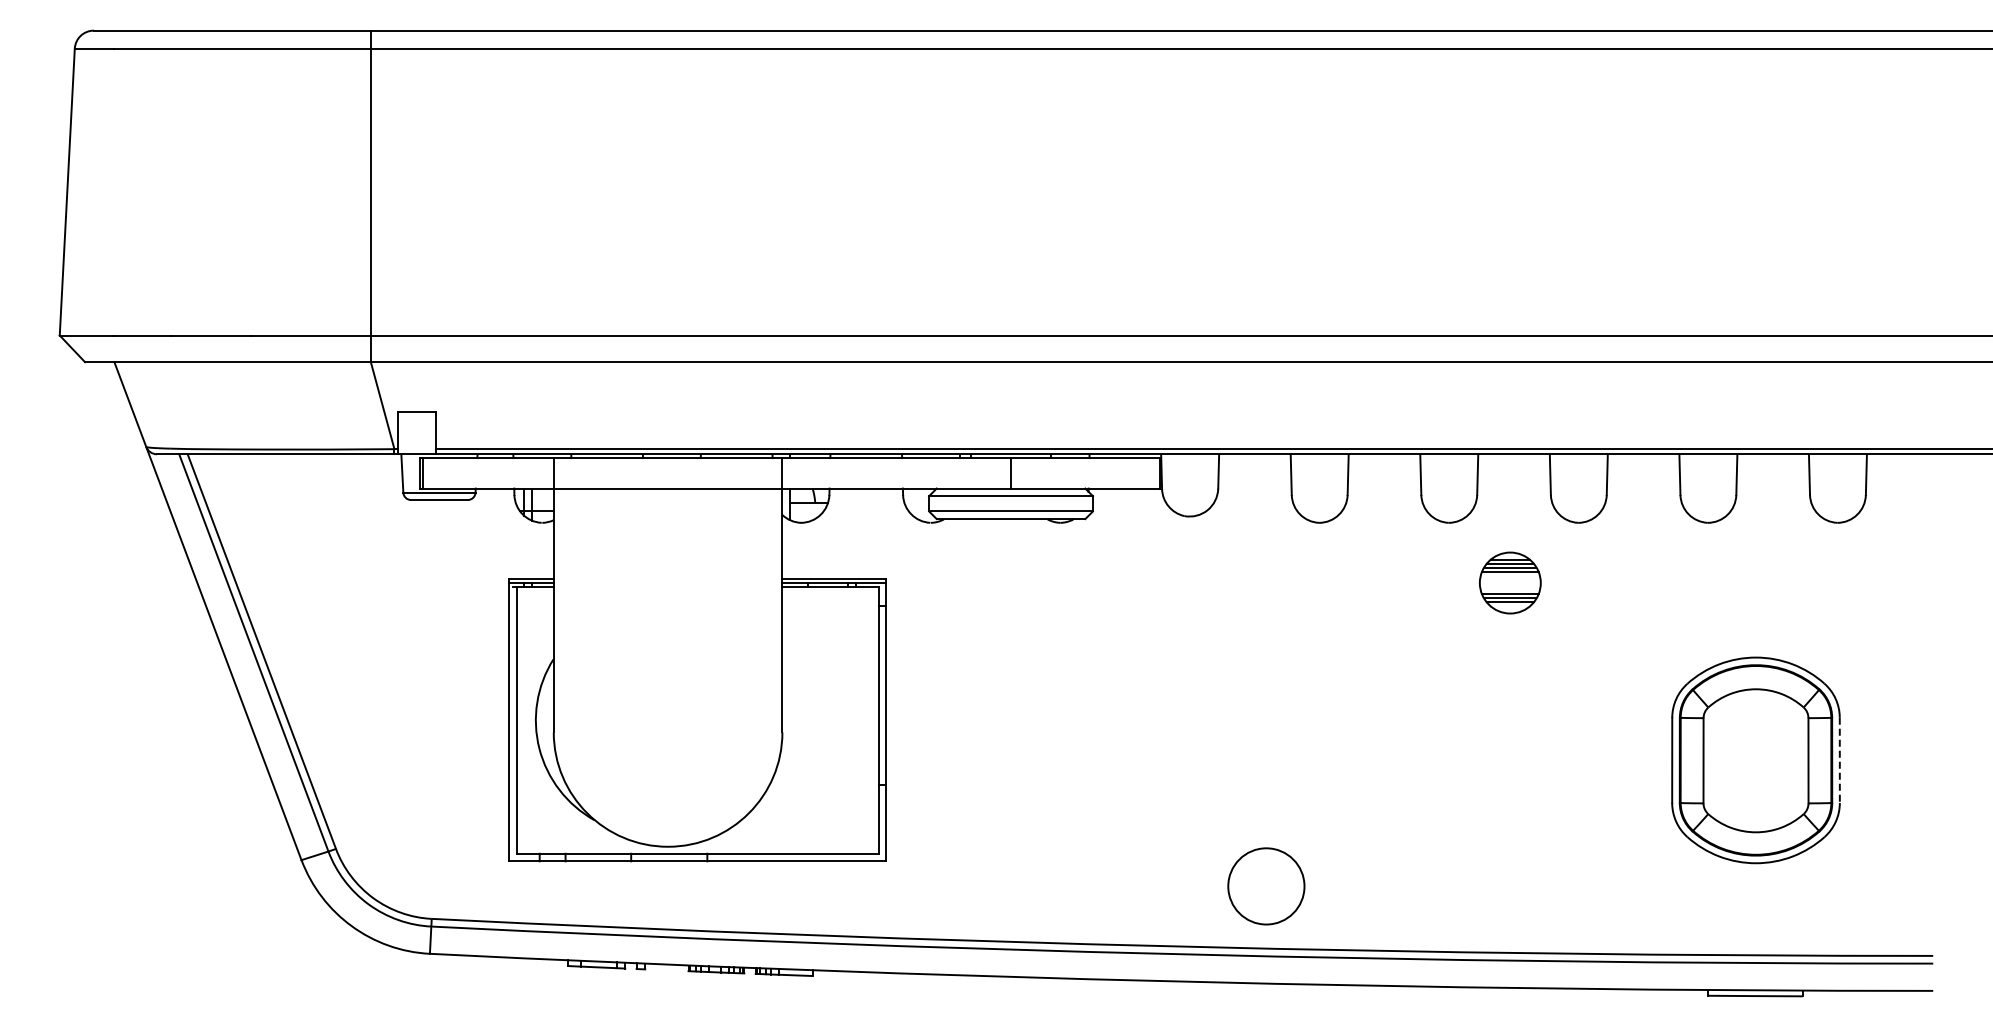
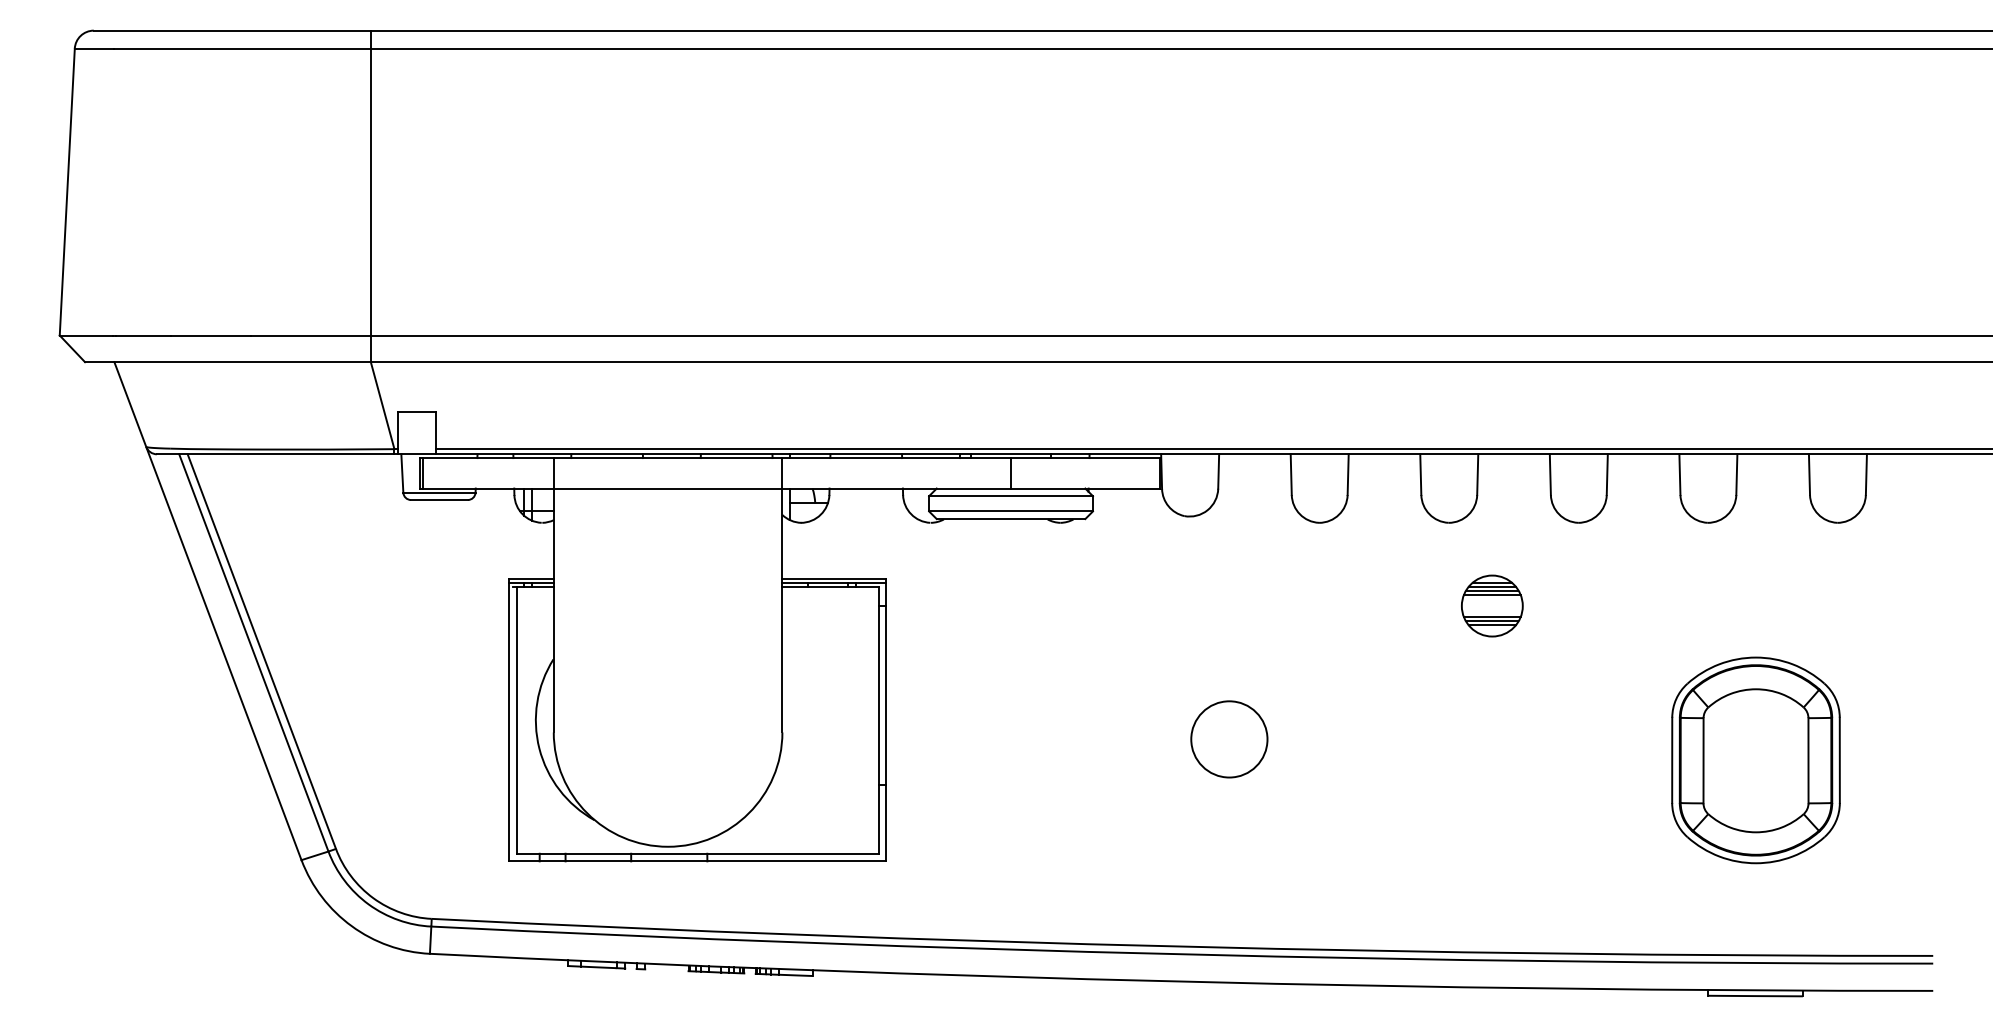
part at (1510, 582) position: (1510, 582) -> (1492, 605)
line at (1839, 760): dashed -> solid
part at (1266, 886) position: (1266, 886) -> (1229, 739)
